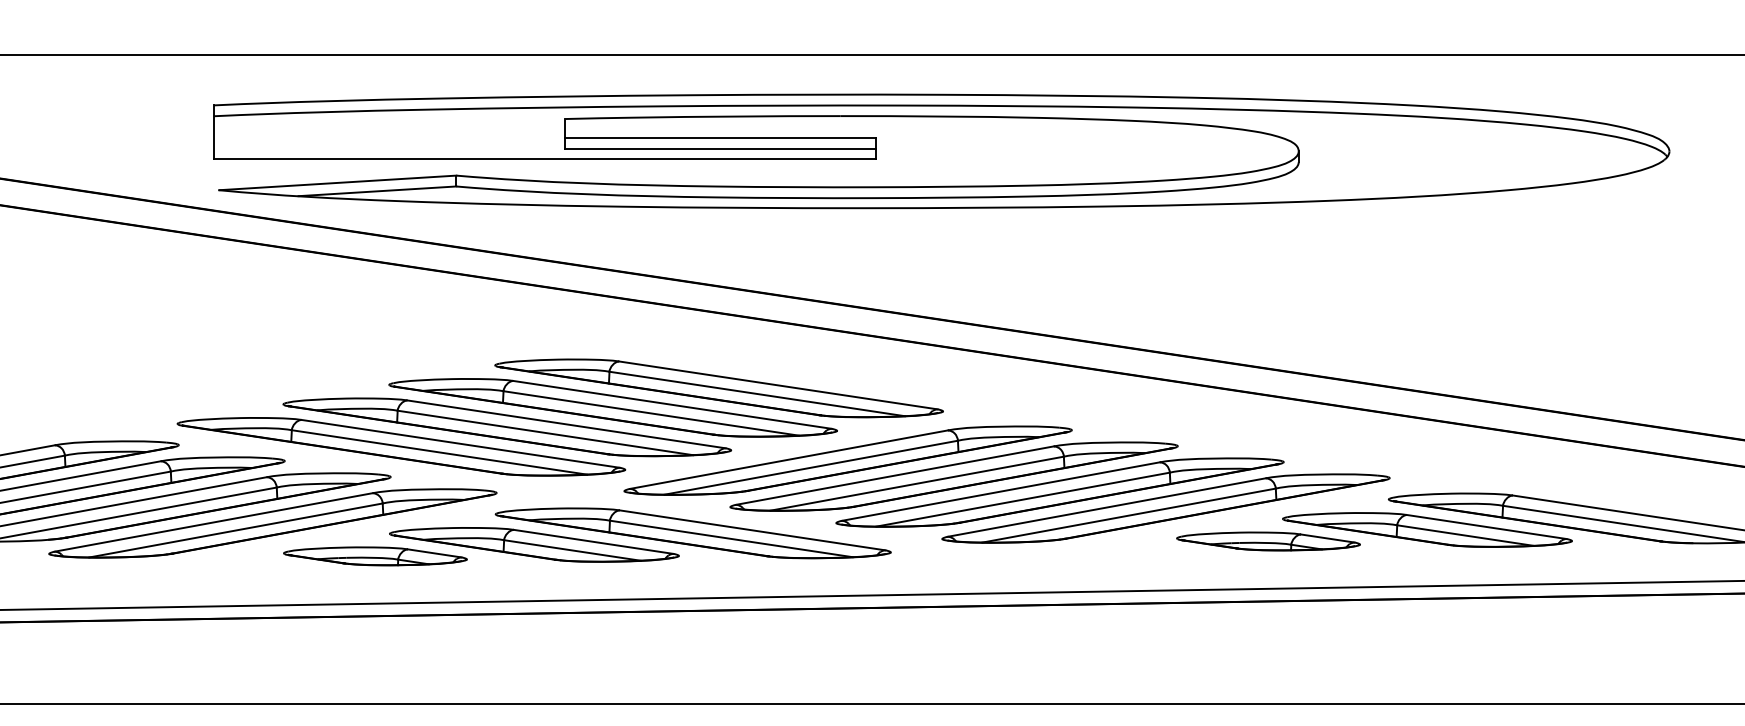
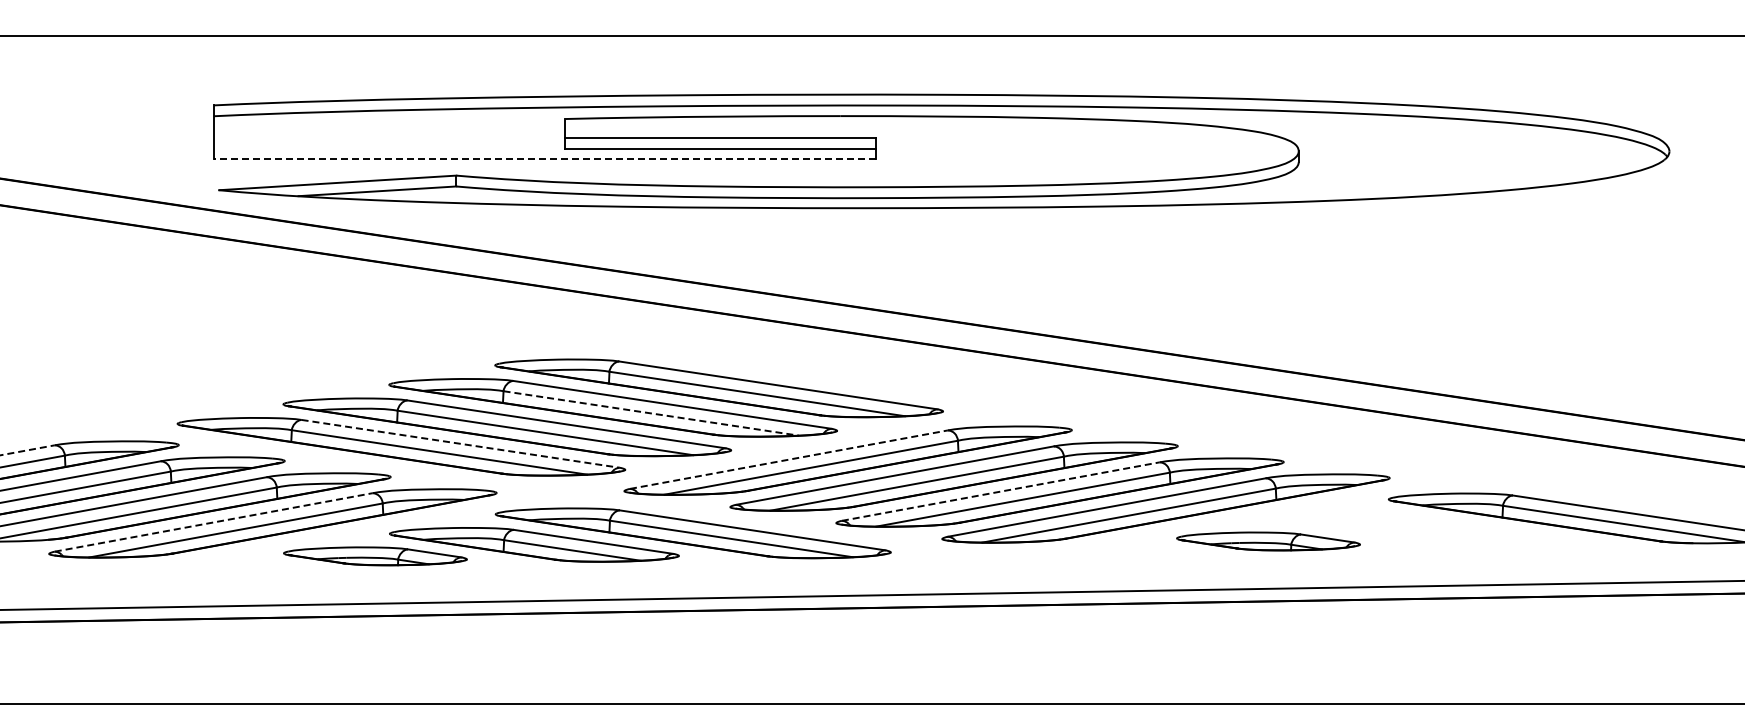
line at (871, 55) position: (871, 55) -> (871, 36)
line at (544, 158): solid -> dashed
line at (651, 413): solid -> dashed
line at (460, 443): solid -> dashed
line at (28, 450): solid -> dashed
line at (788, 459): solid -> dashed
line at (1000, 491): solid -> dashed
line at (213, 522): solid -> dashed
part at (1427, 529): present -> none
